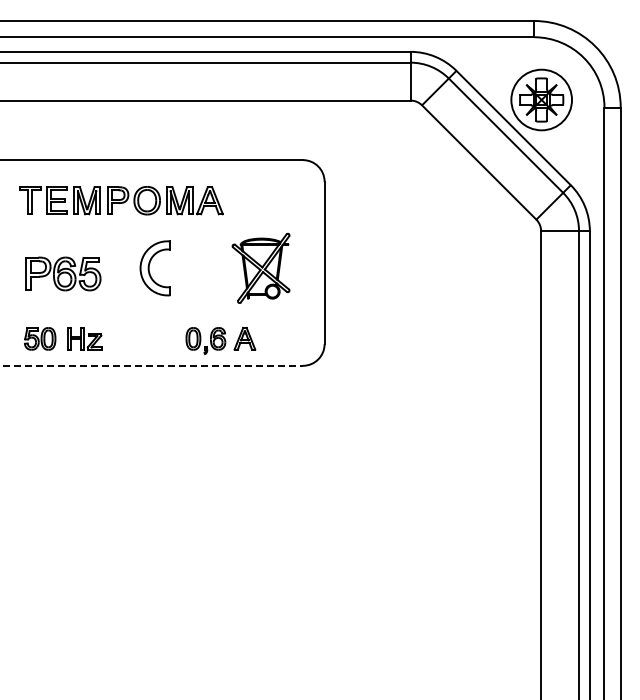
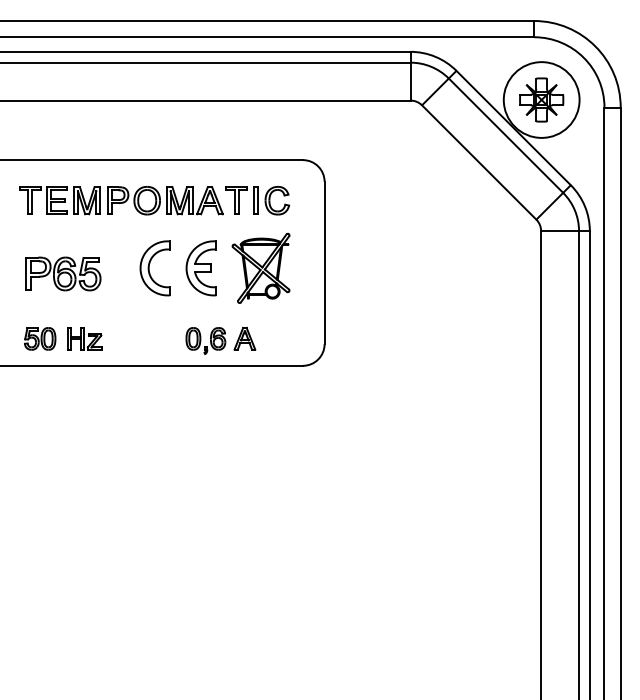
circle at (541, 99) diameter: 61 px -> 76 px
part at (257, 200): none -> present
part at (200, 268): none -> present
line at (152, 365): dashed -> solid
